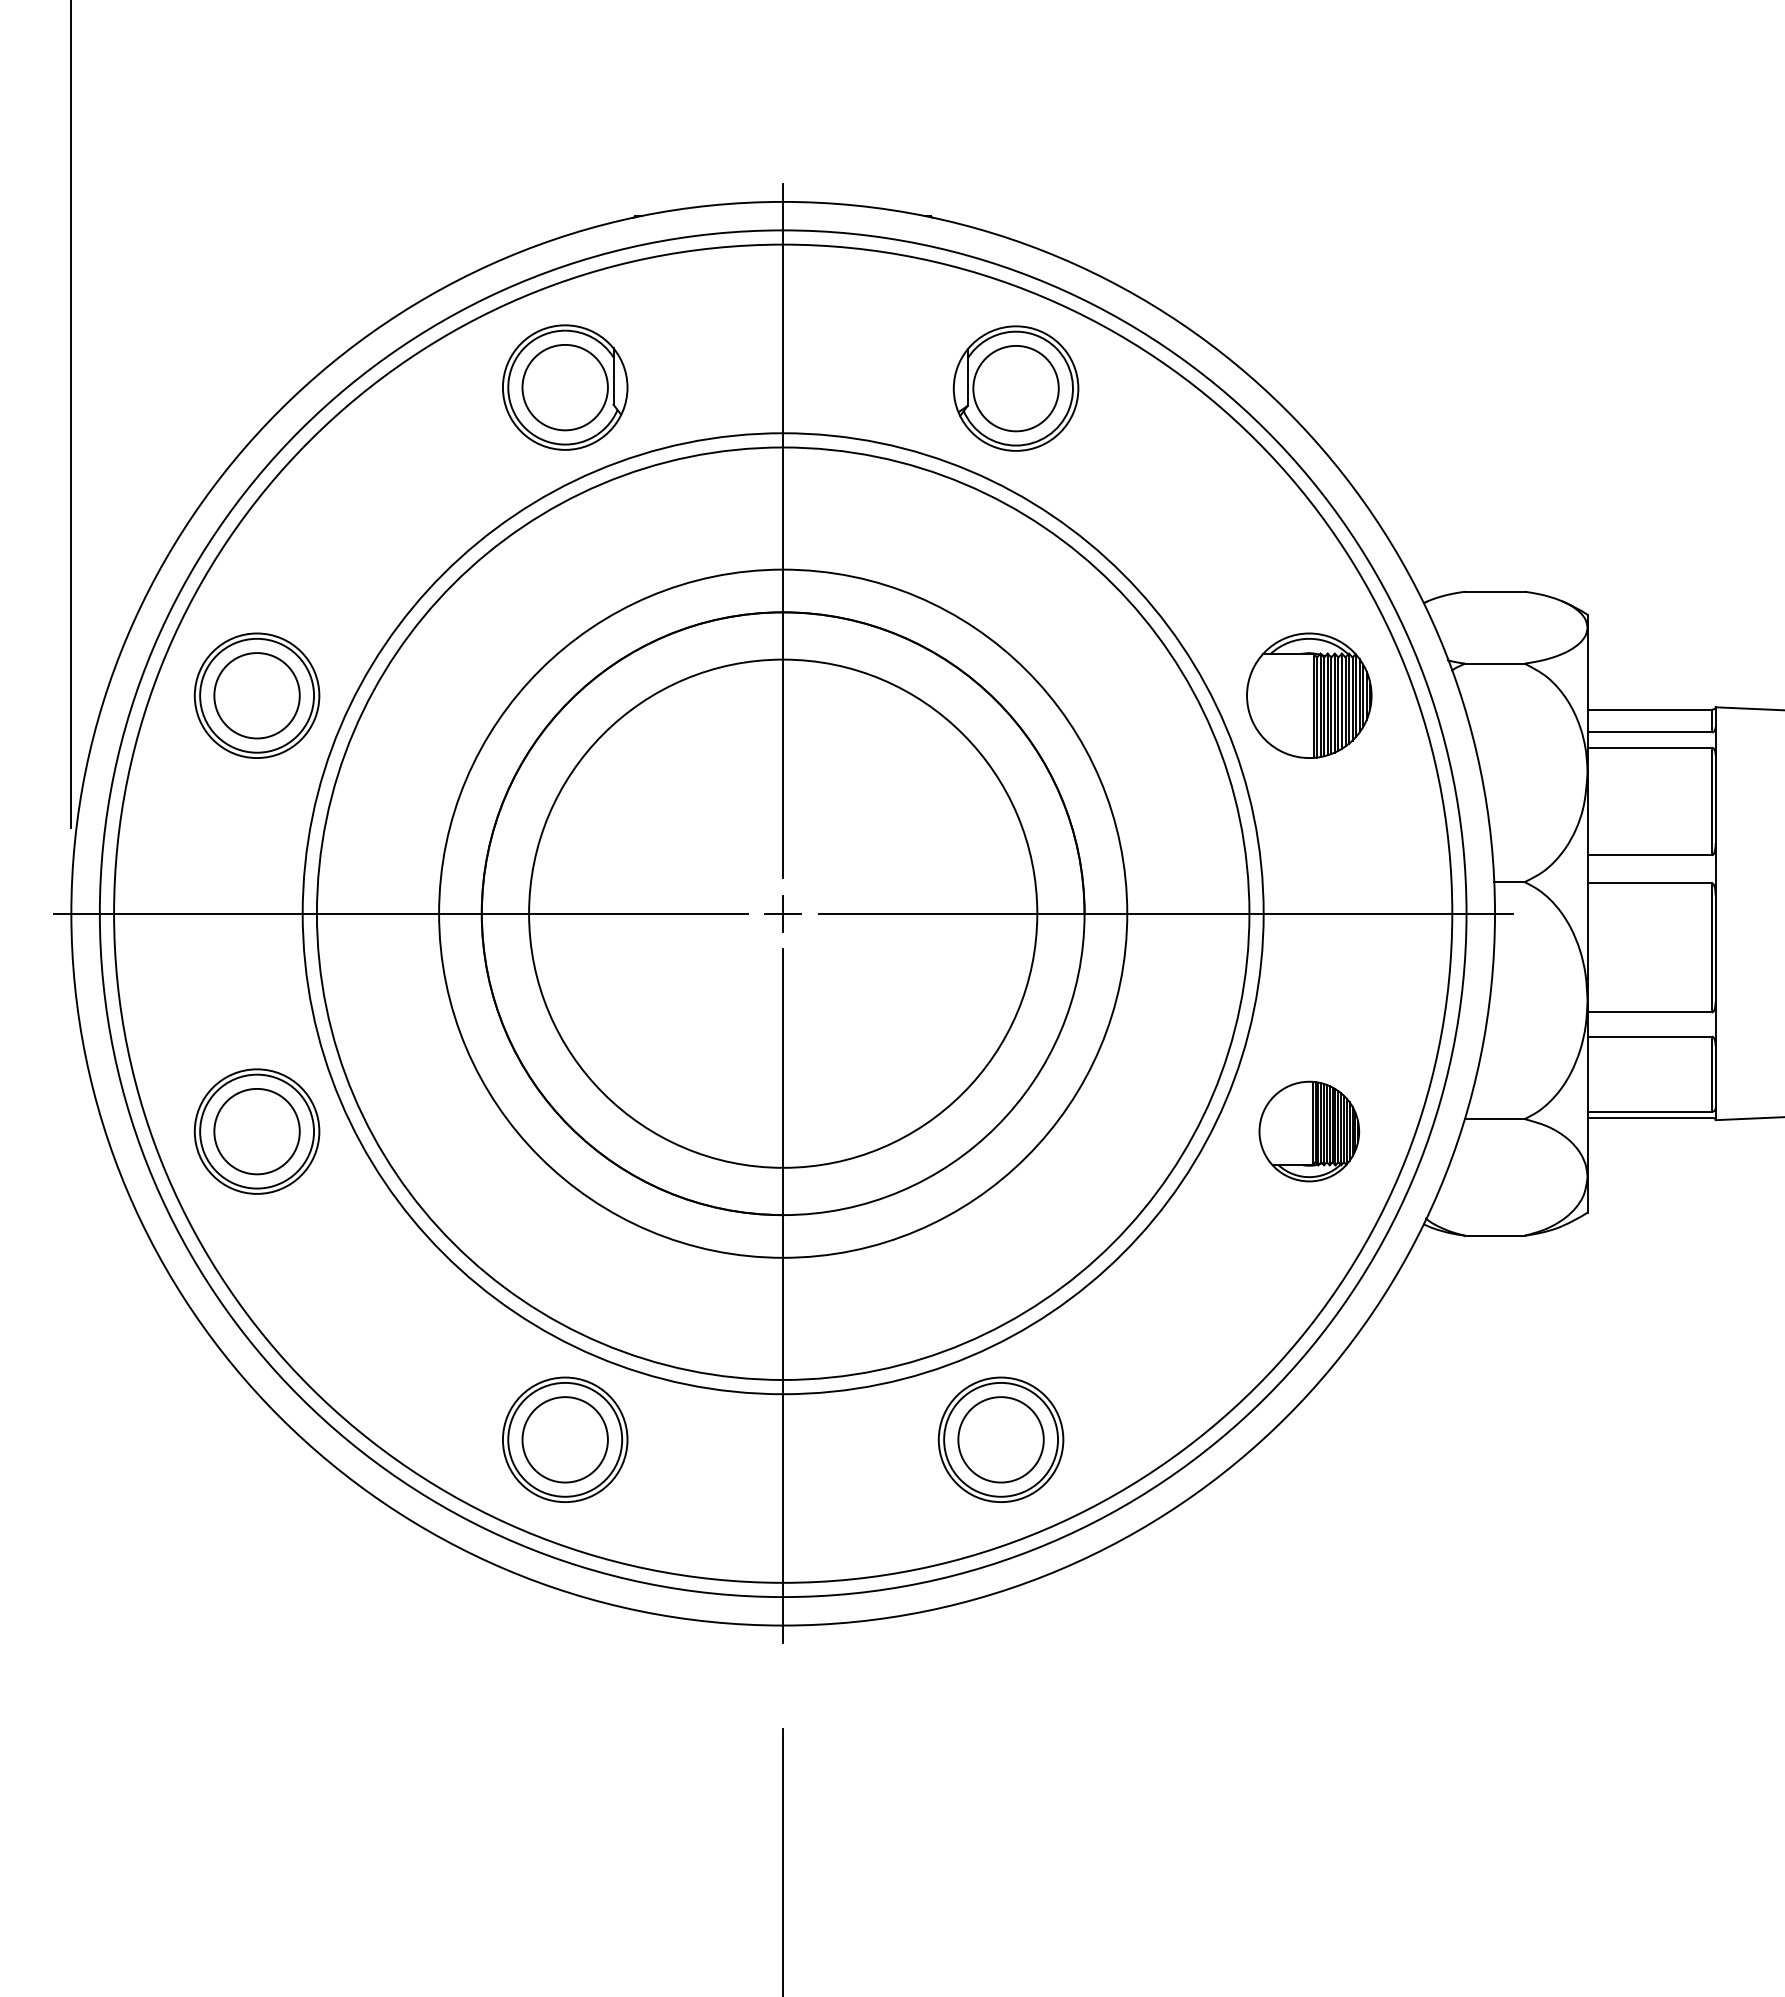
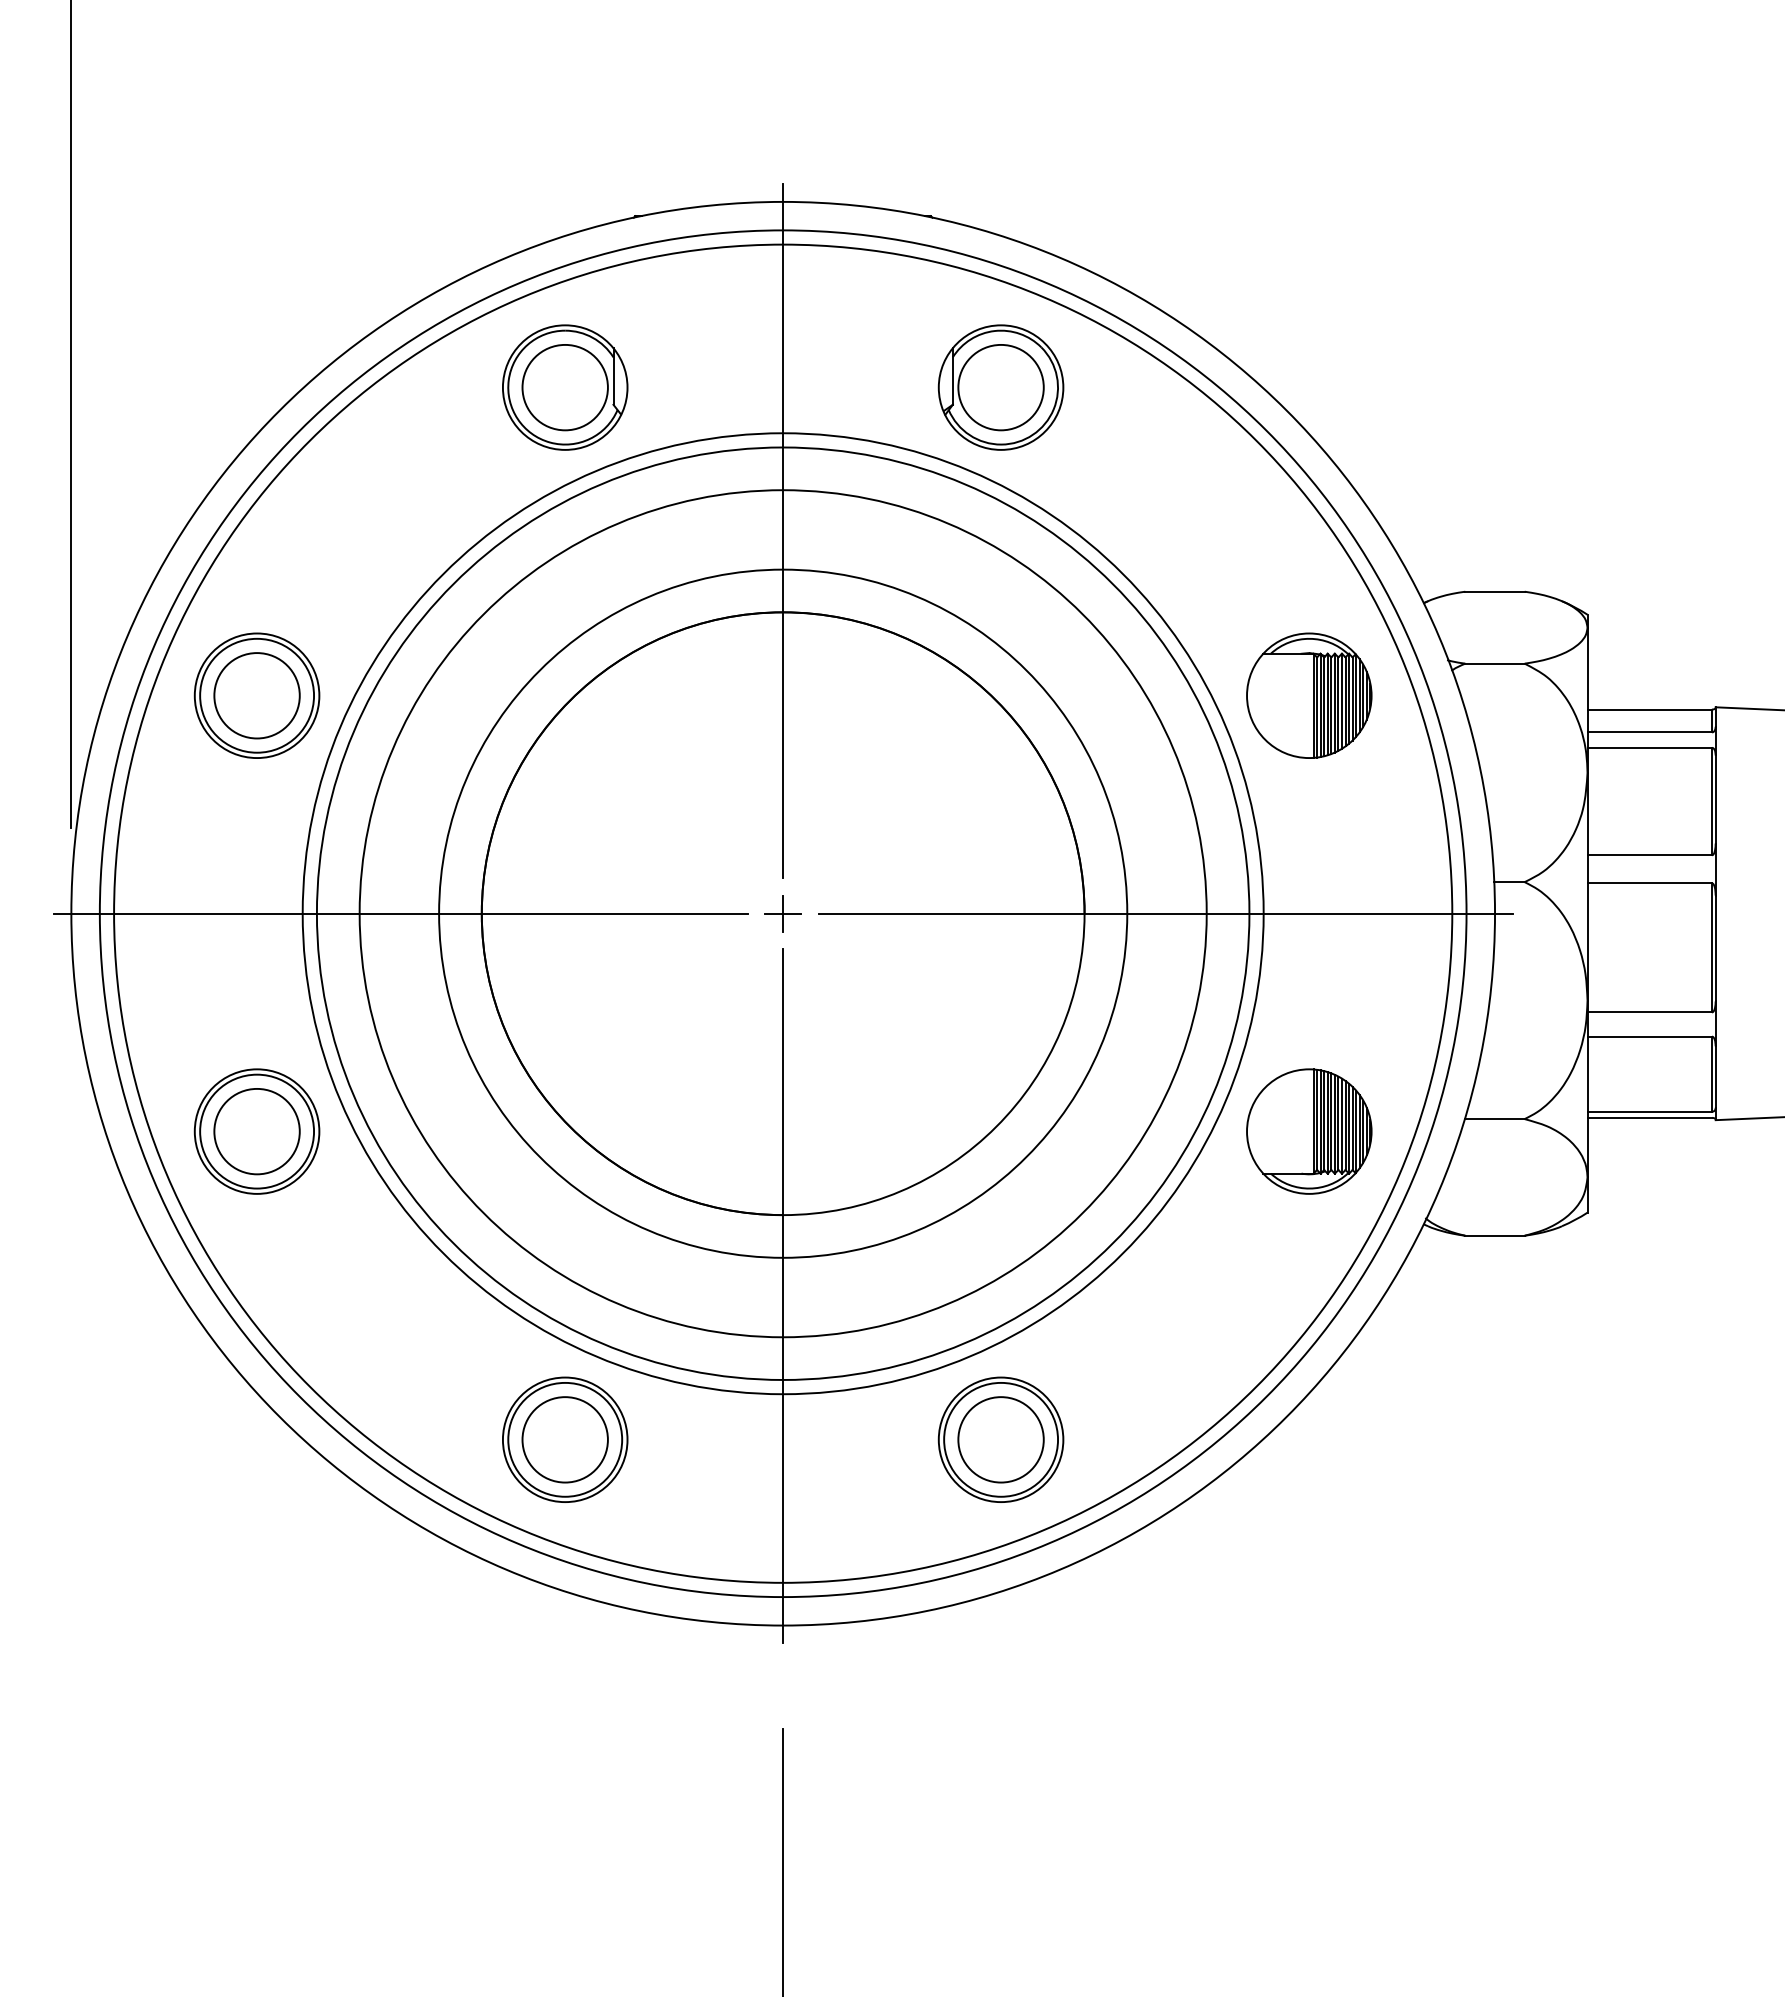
part at (1015, 388) position: (1015, 388) -> (1000, 387)
circle at (783, 913) diameter: 508 px -> 847 px
part at (1309, 1131) size: 103x103 px -> 127x127 px
